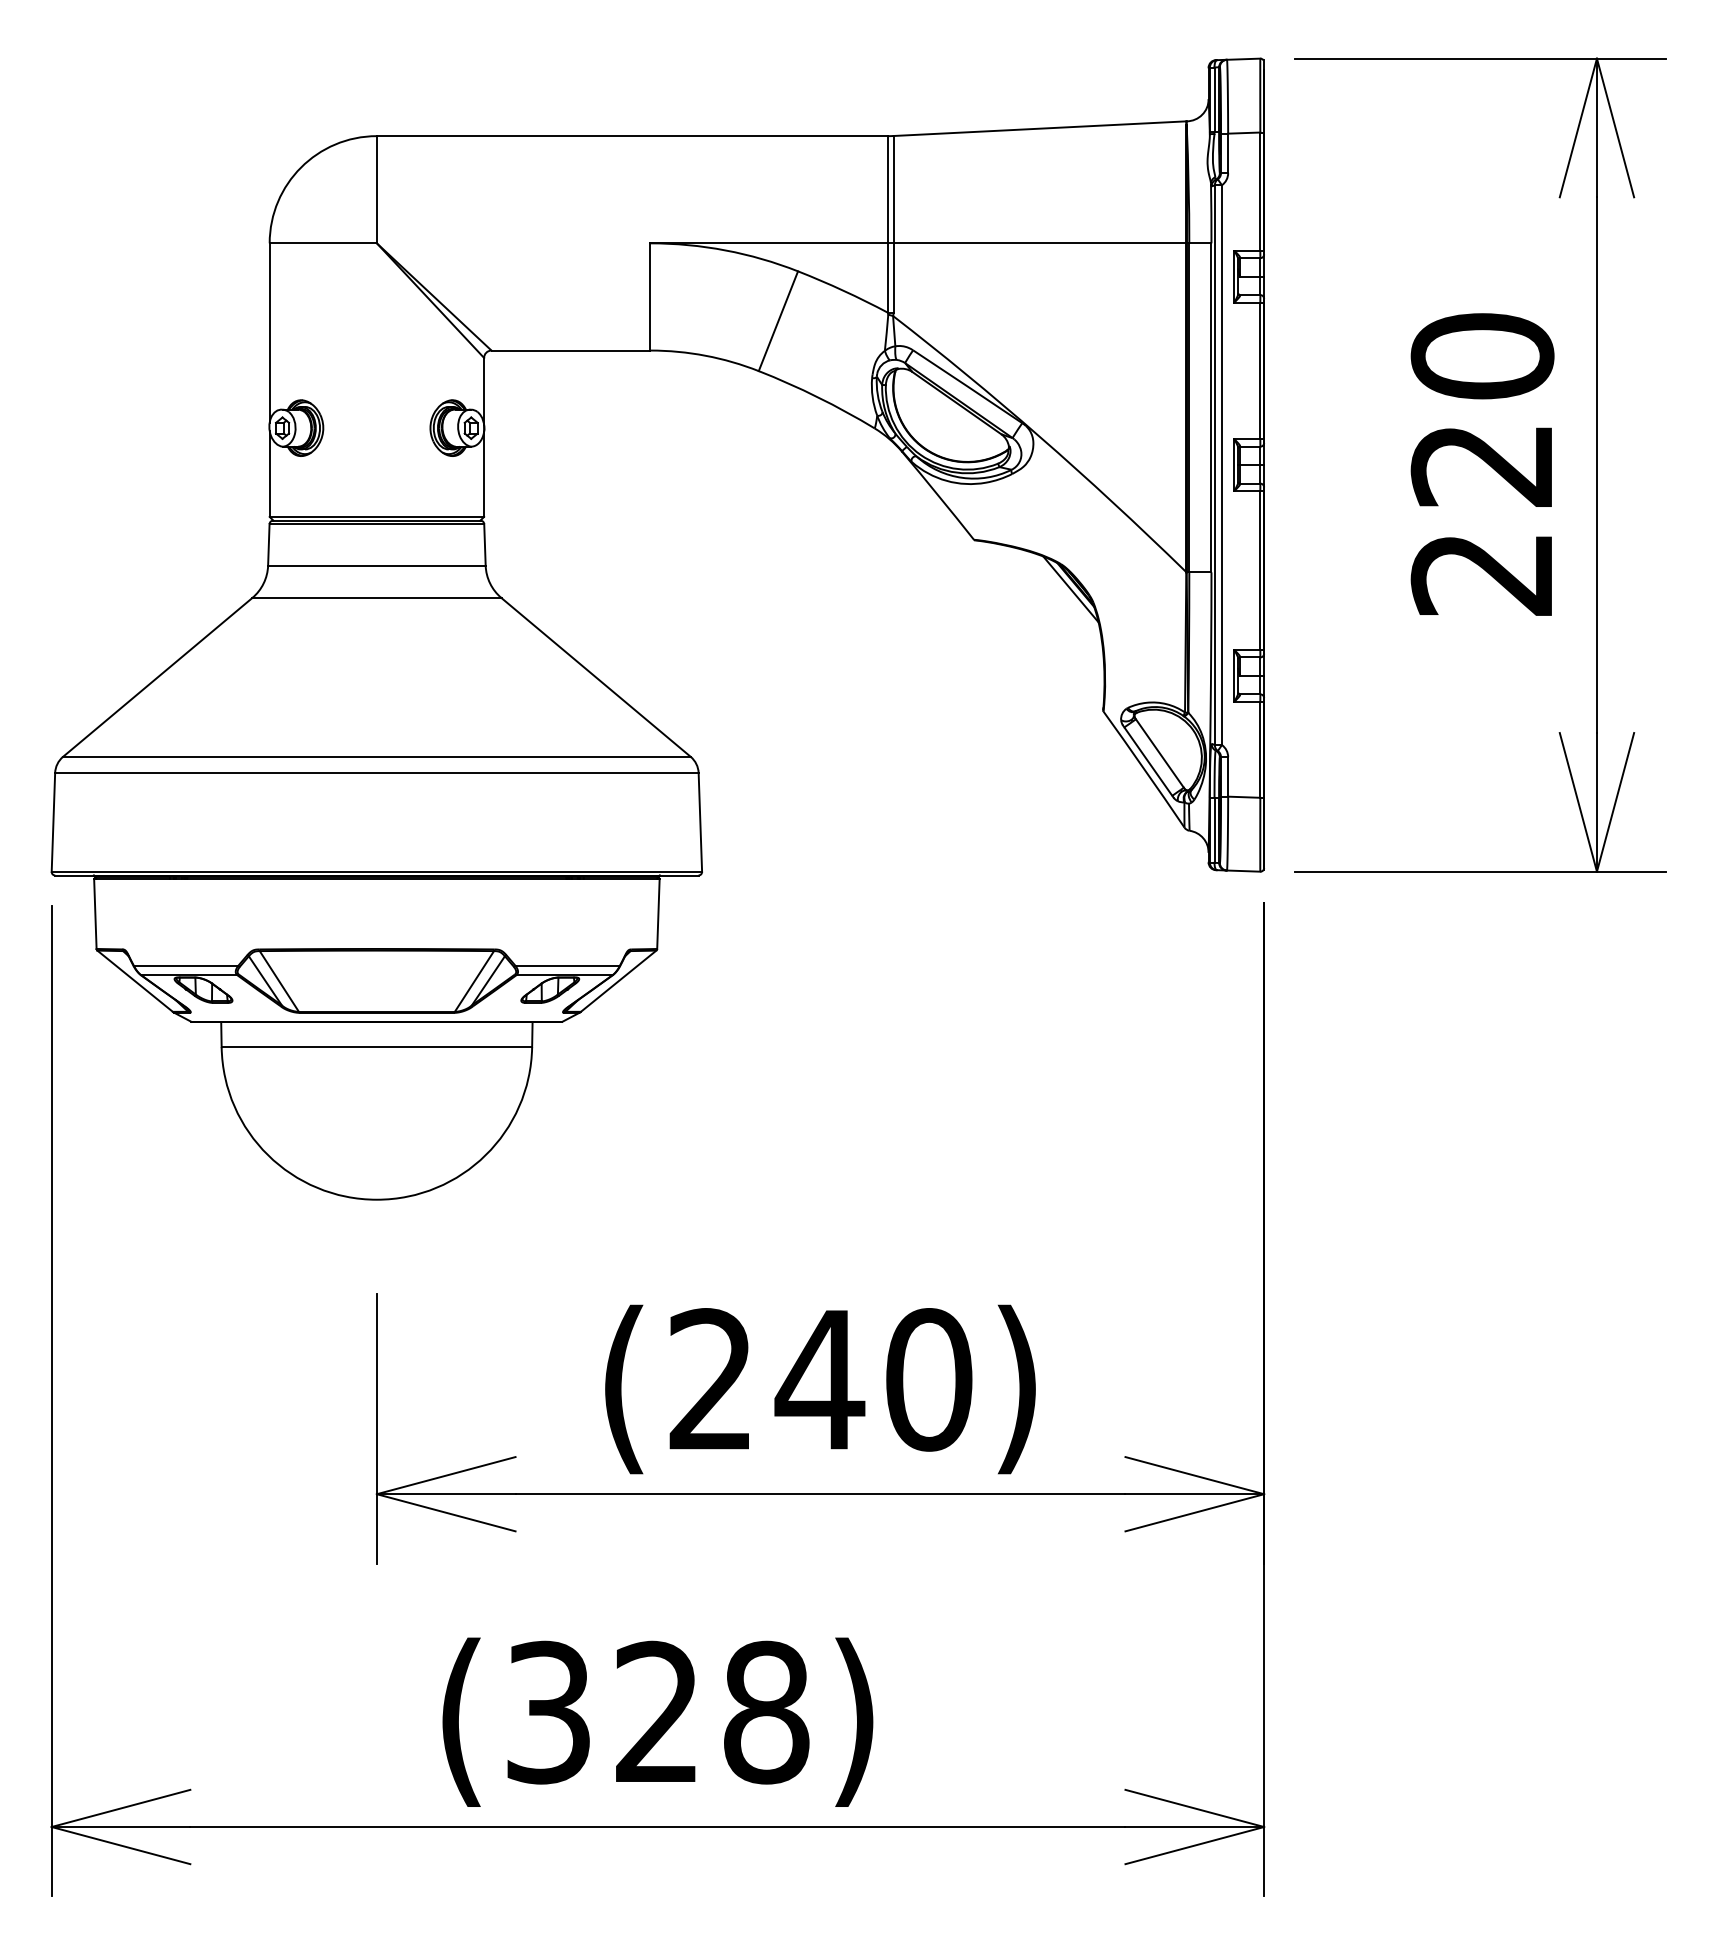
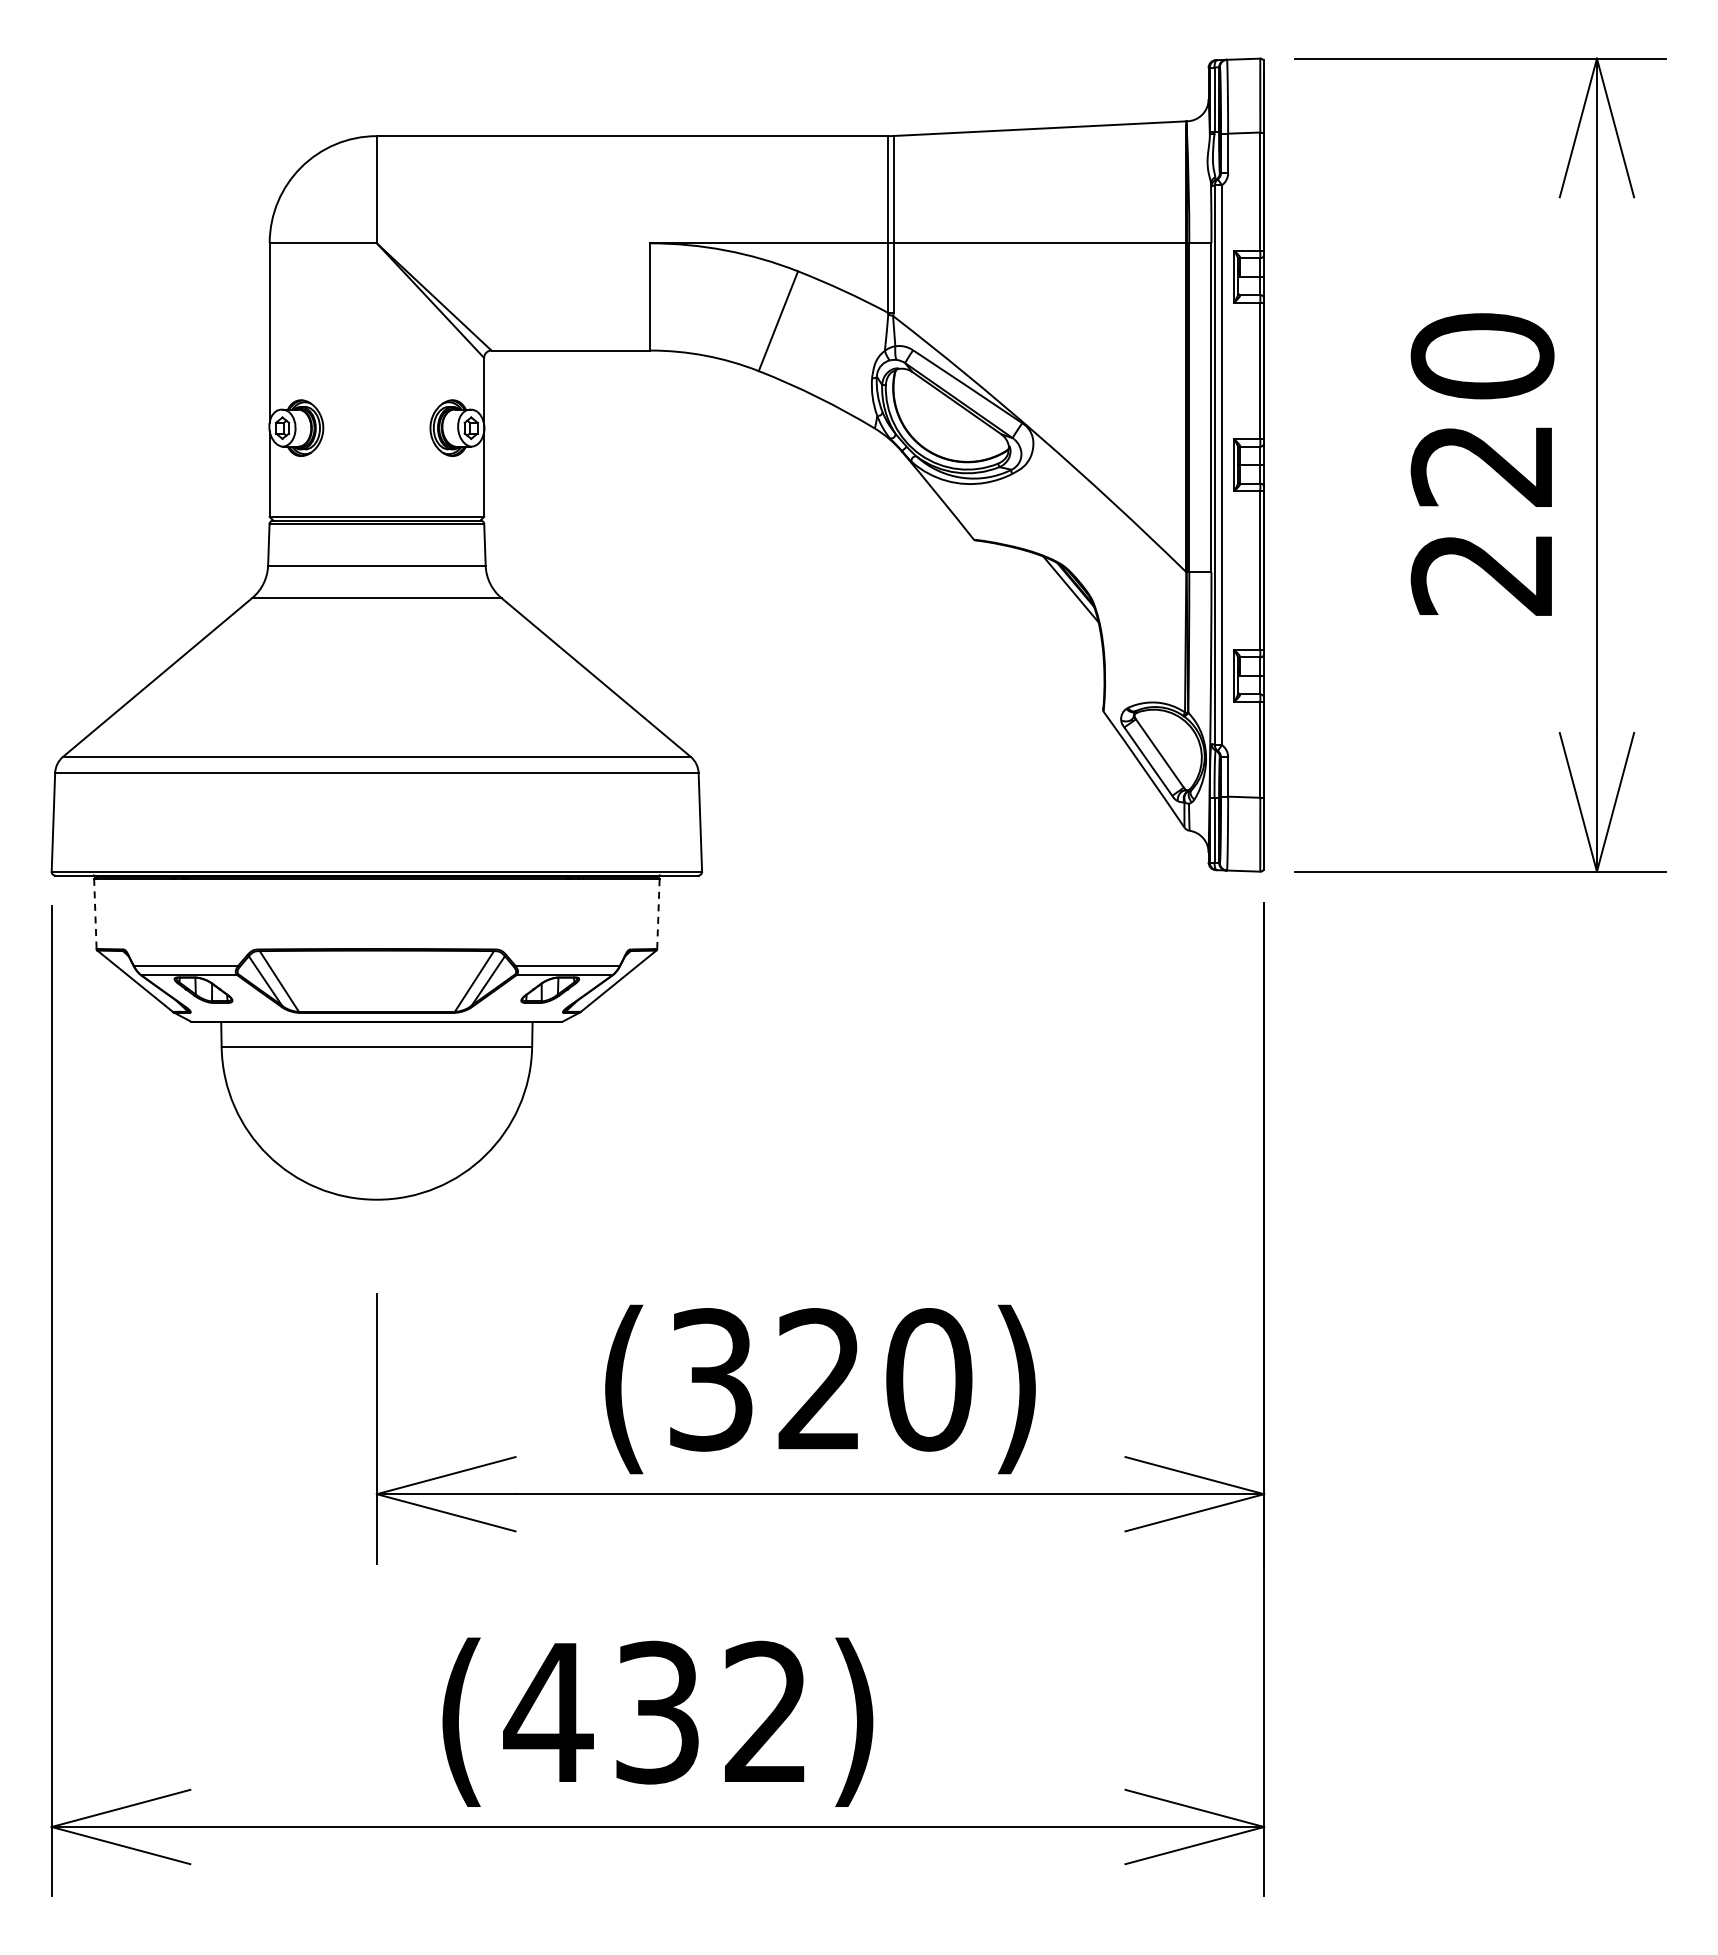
line at (658, 913): solid -> dashed
line at (95, 914): solid -> dashed
text at (767, 1379): (240) -> (320)
text at (656, 1712): (328) -> (432)
